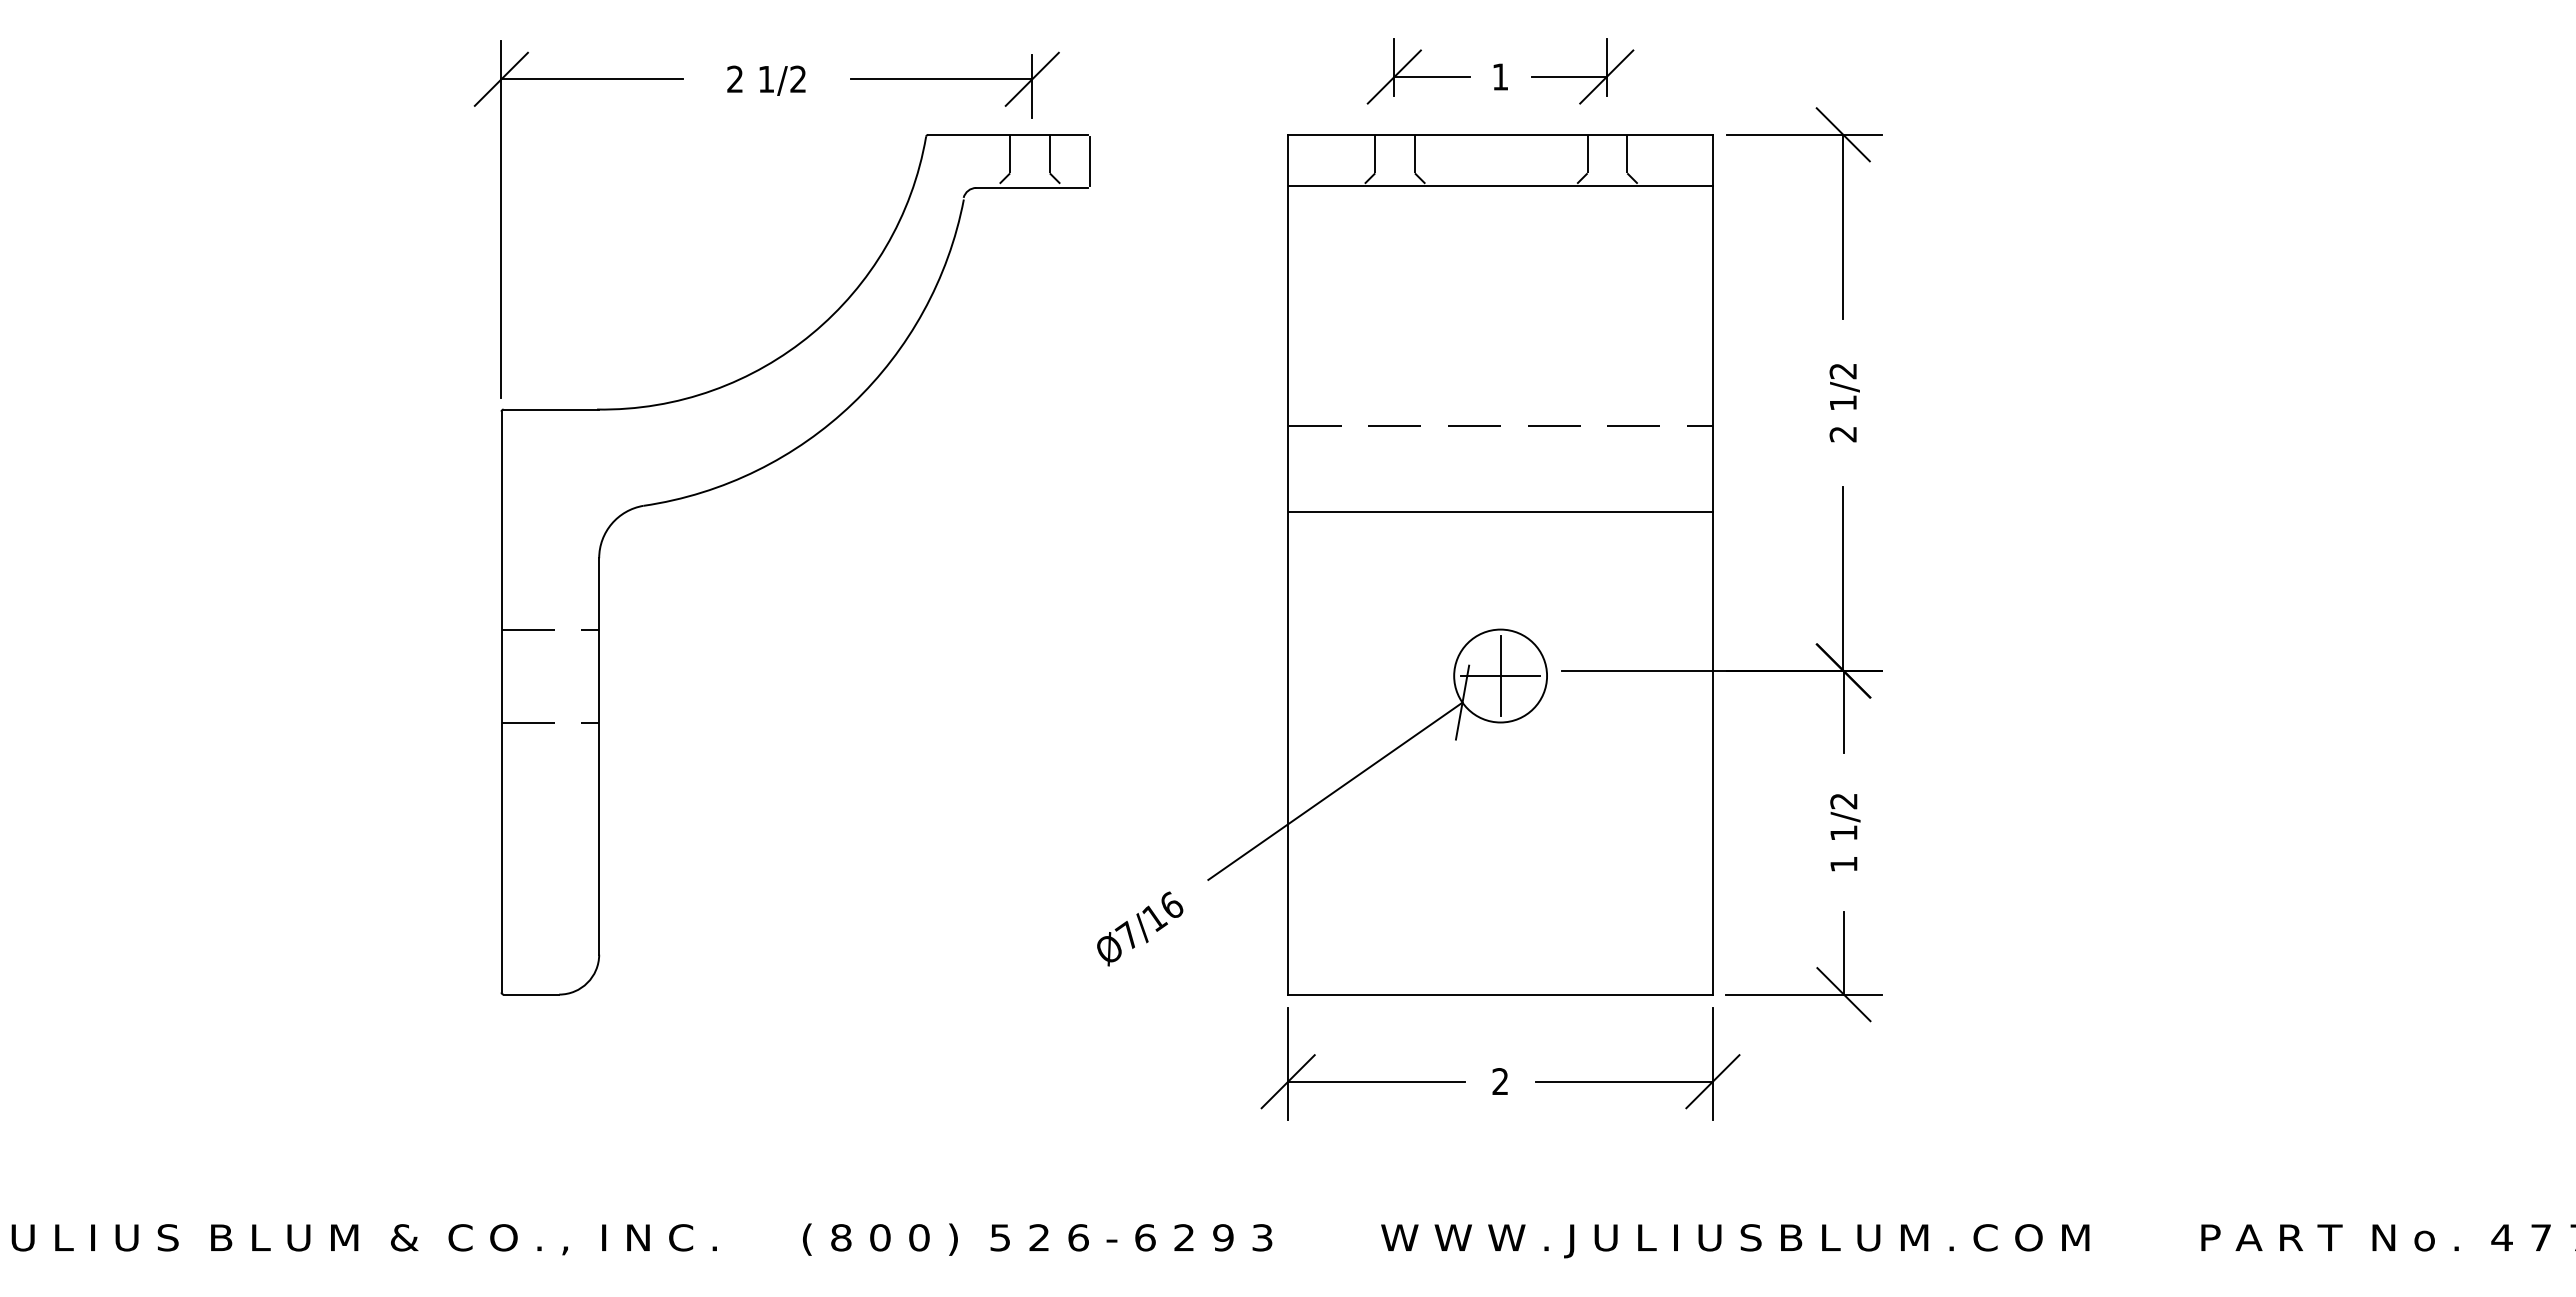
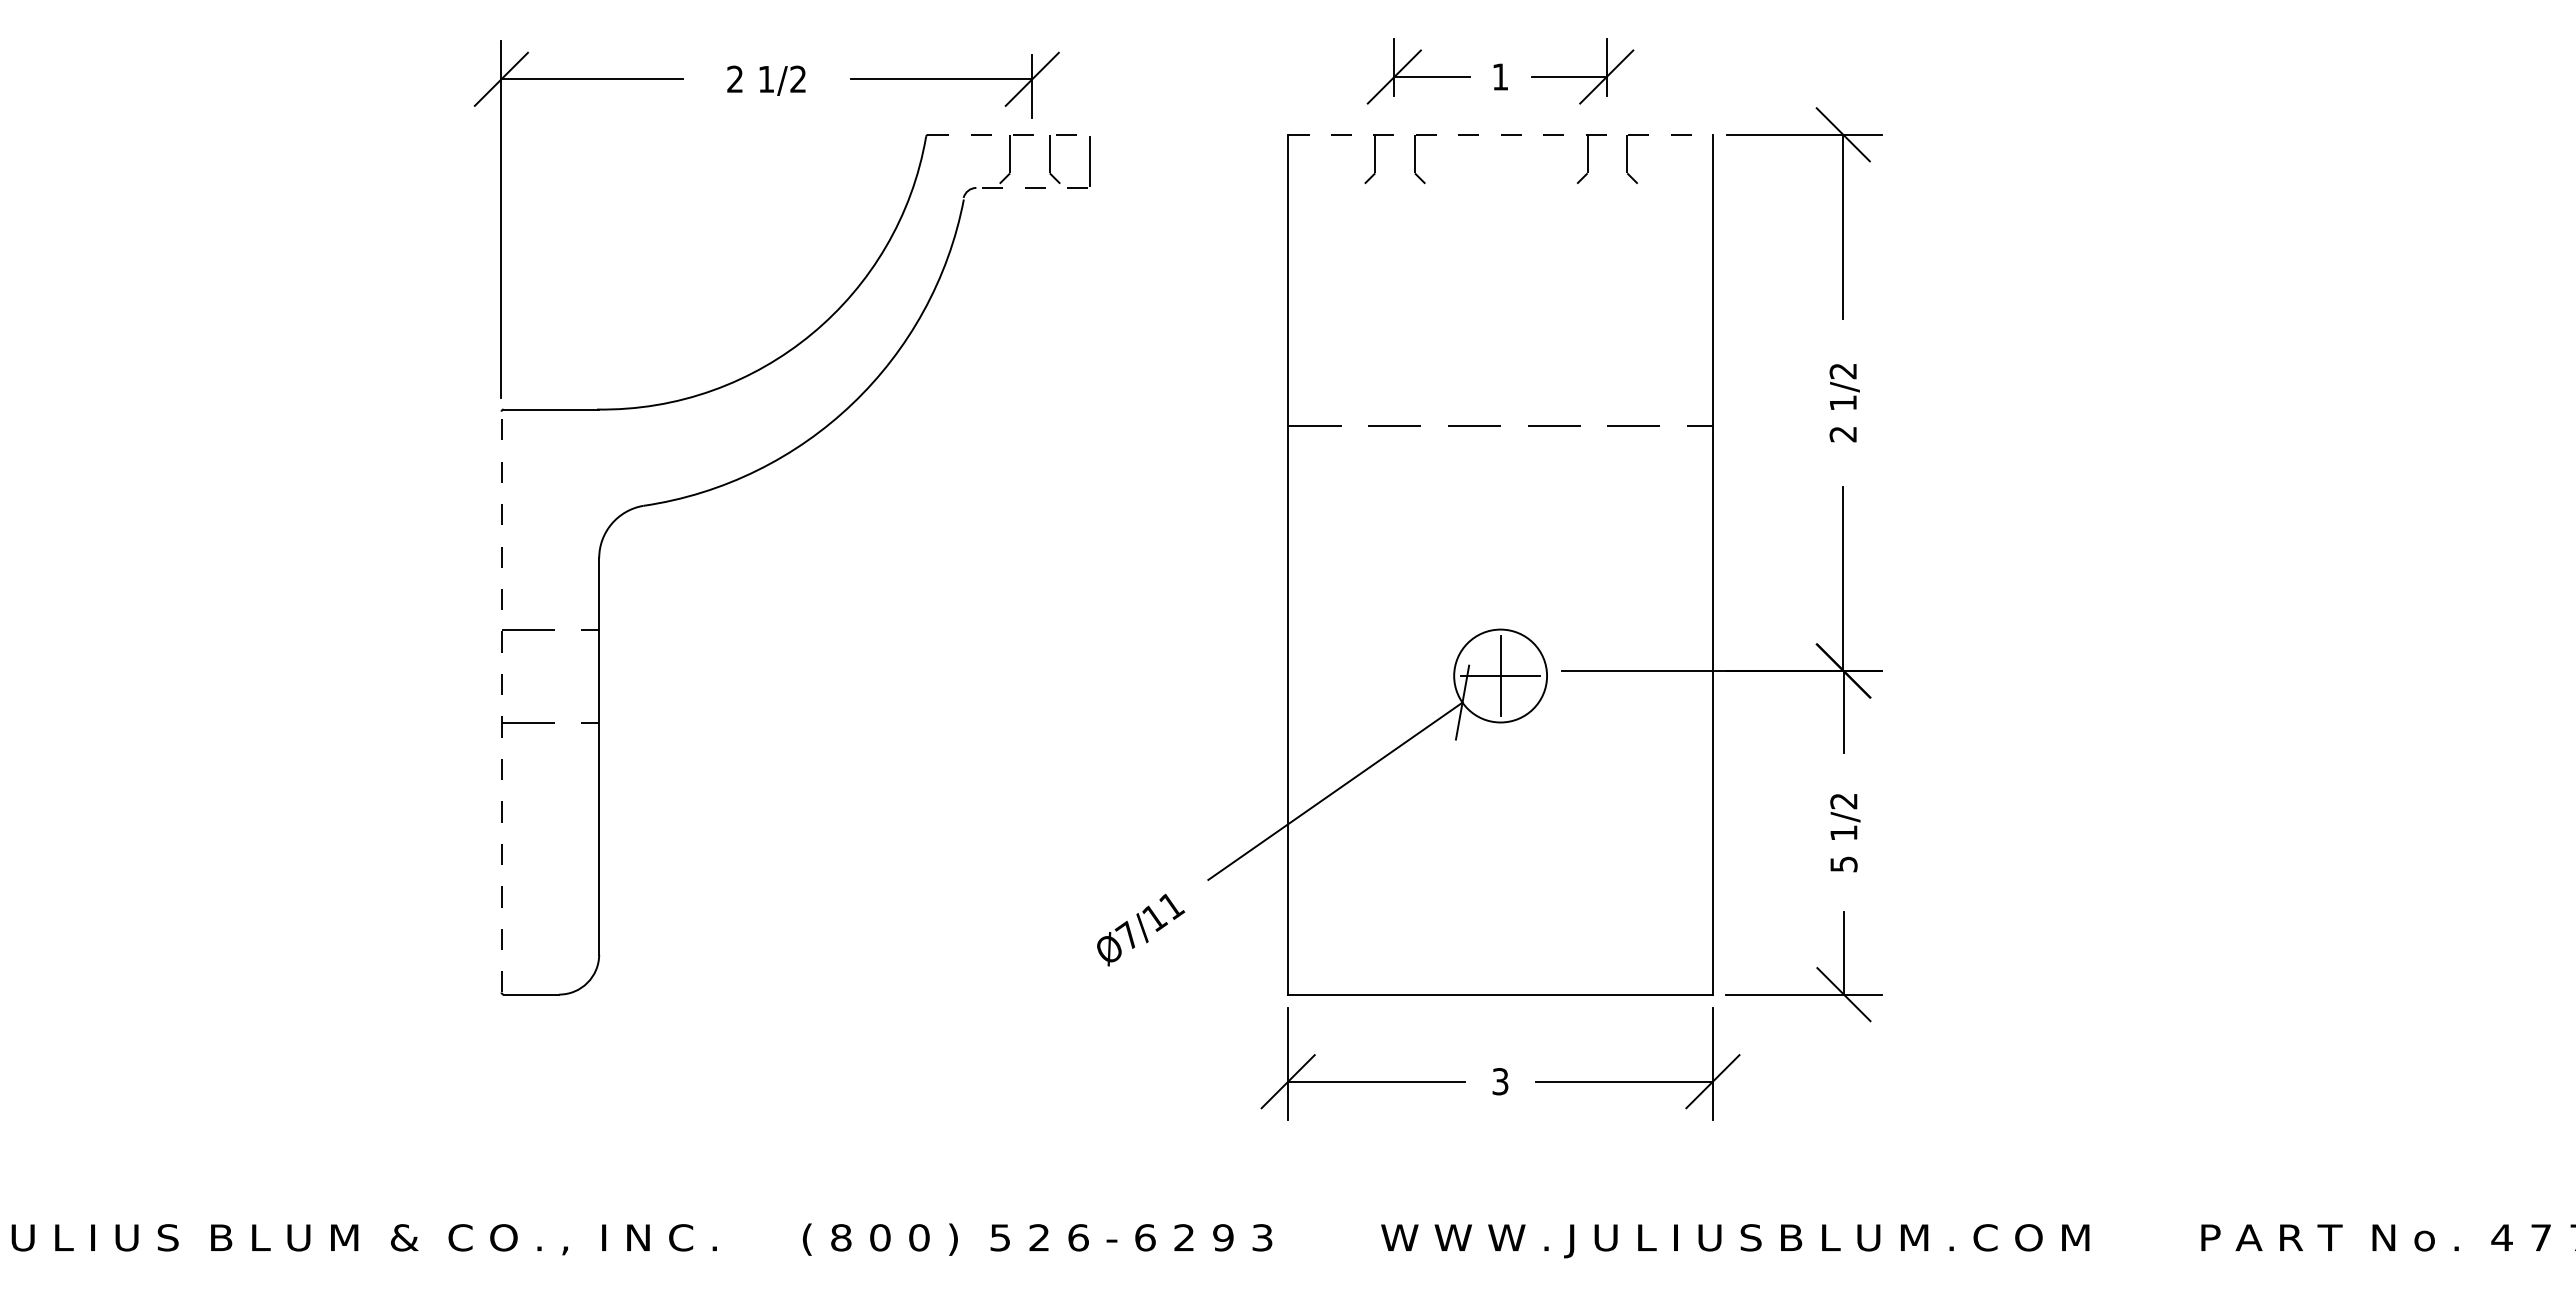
line at (1008, 134): solid -> dashed
line at (1501, 134): solid -> dashed
line at (1500, 186): present -> none
line at (1032, 187): solid -> dashed
line at (1500, 511): present -> none
line at (501, 701): solid -> dashed
text at (1843, 864): 1 -> 5
text at (1172, 905): Ø7/16 -> Ø7/11
text at (1500, 1081): 2 -> 3
